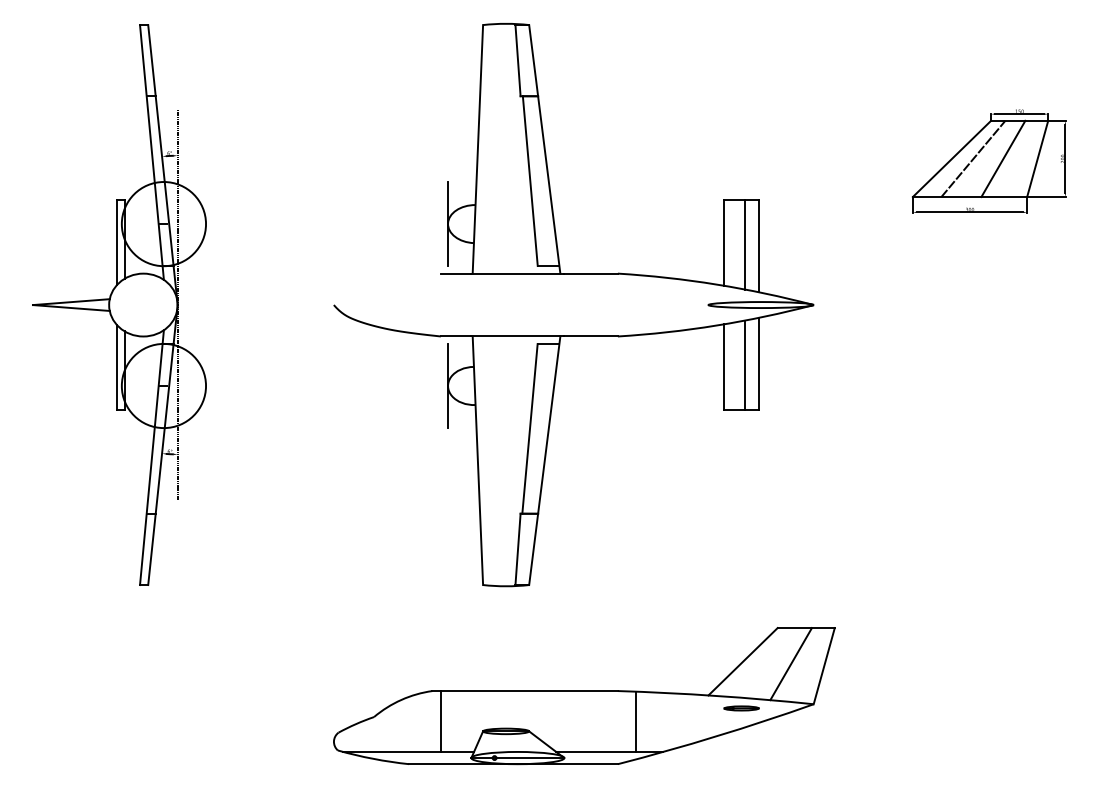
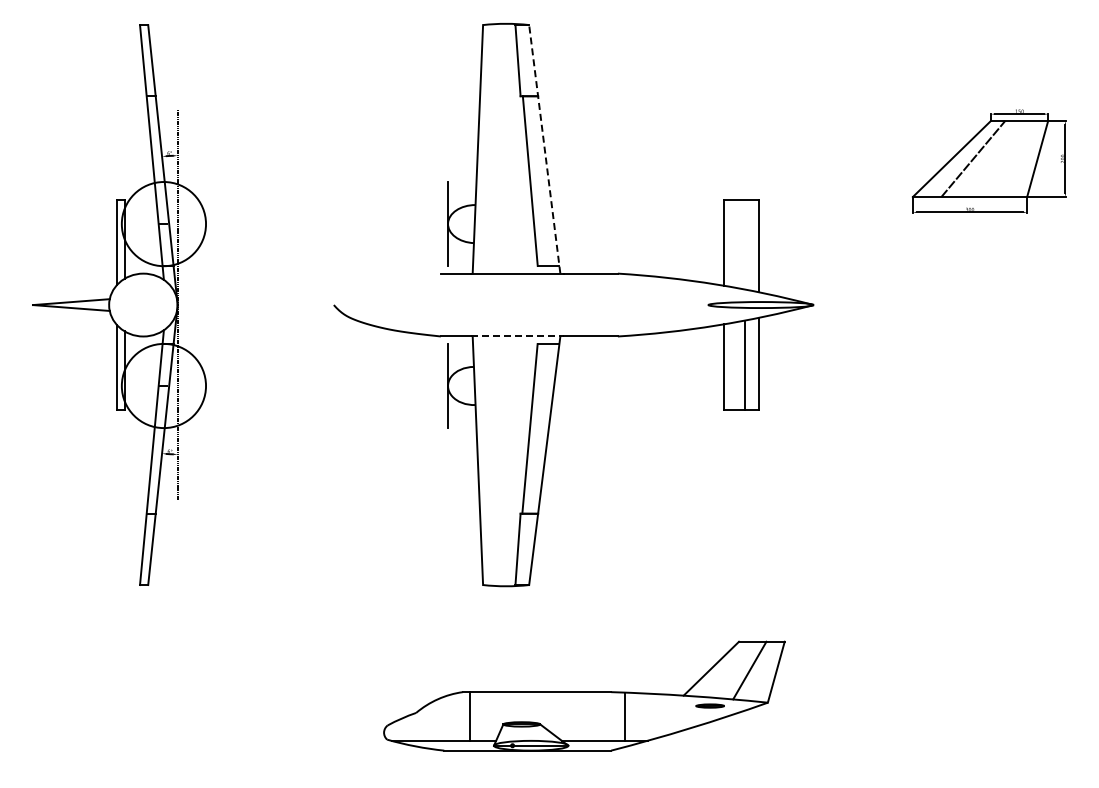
line at (544, 148): solid -> dashed
line at (1003, 158): present -> none
line at (744, 244): present -> none
line at (518, 336): solid -> dashed
part at (584, 696) size: 503x139 px -> 403x112 px
